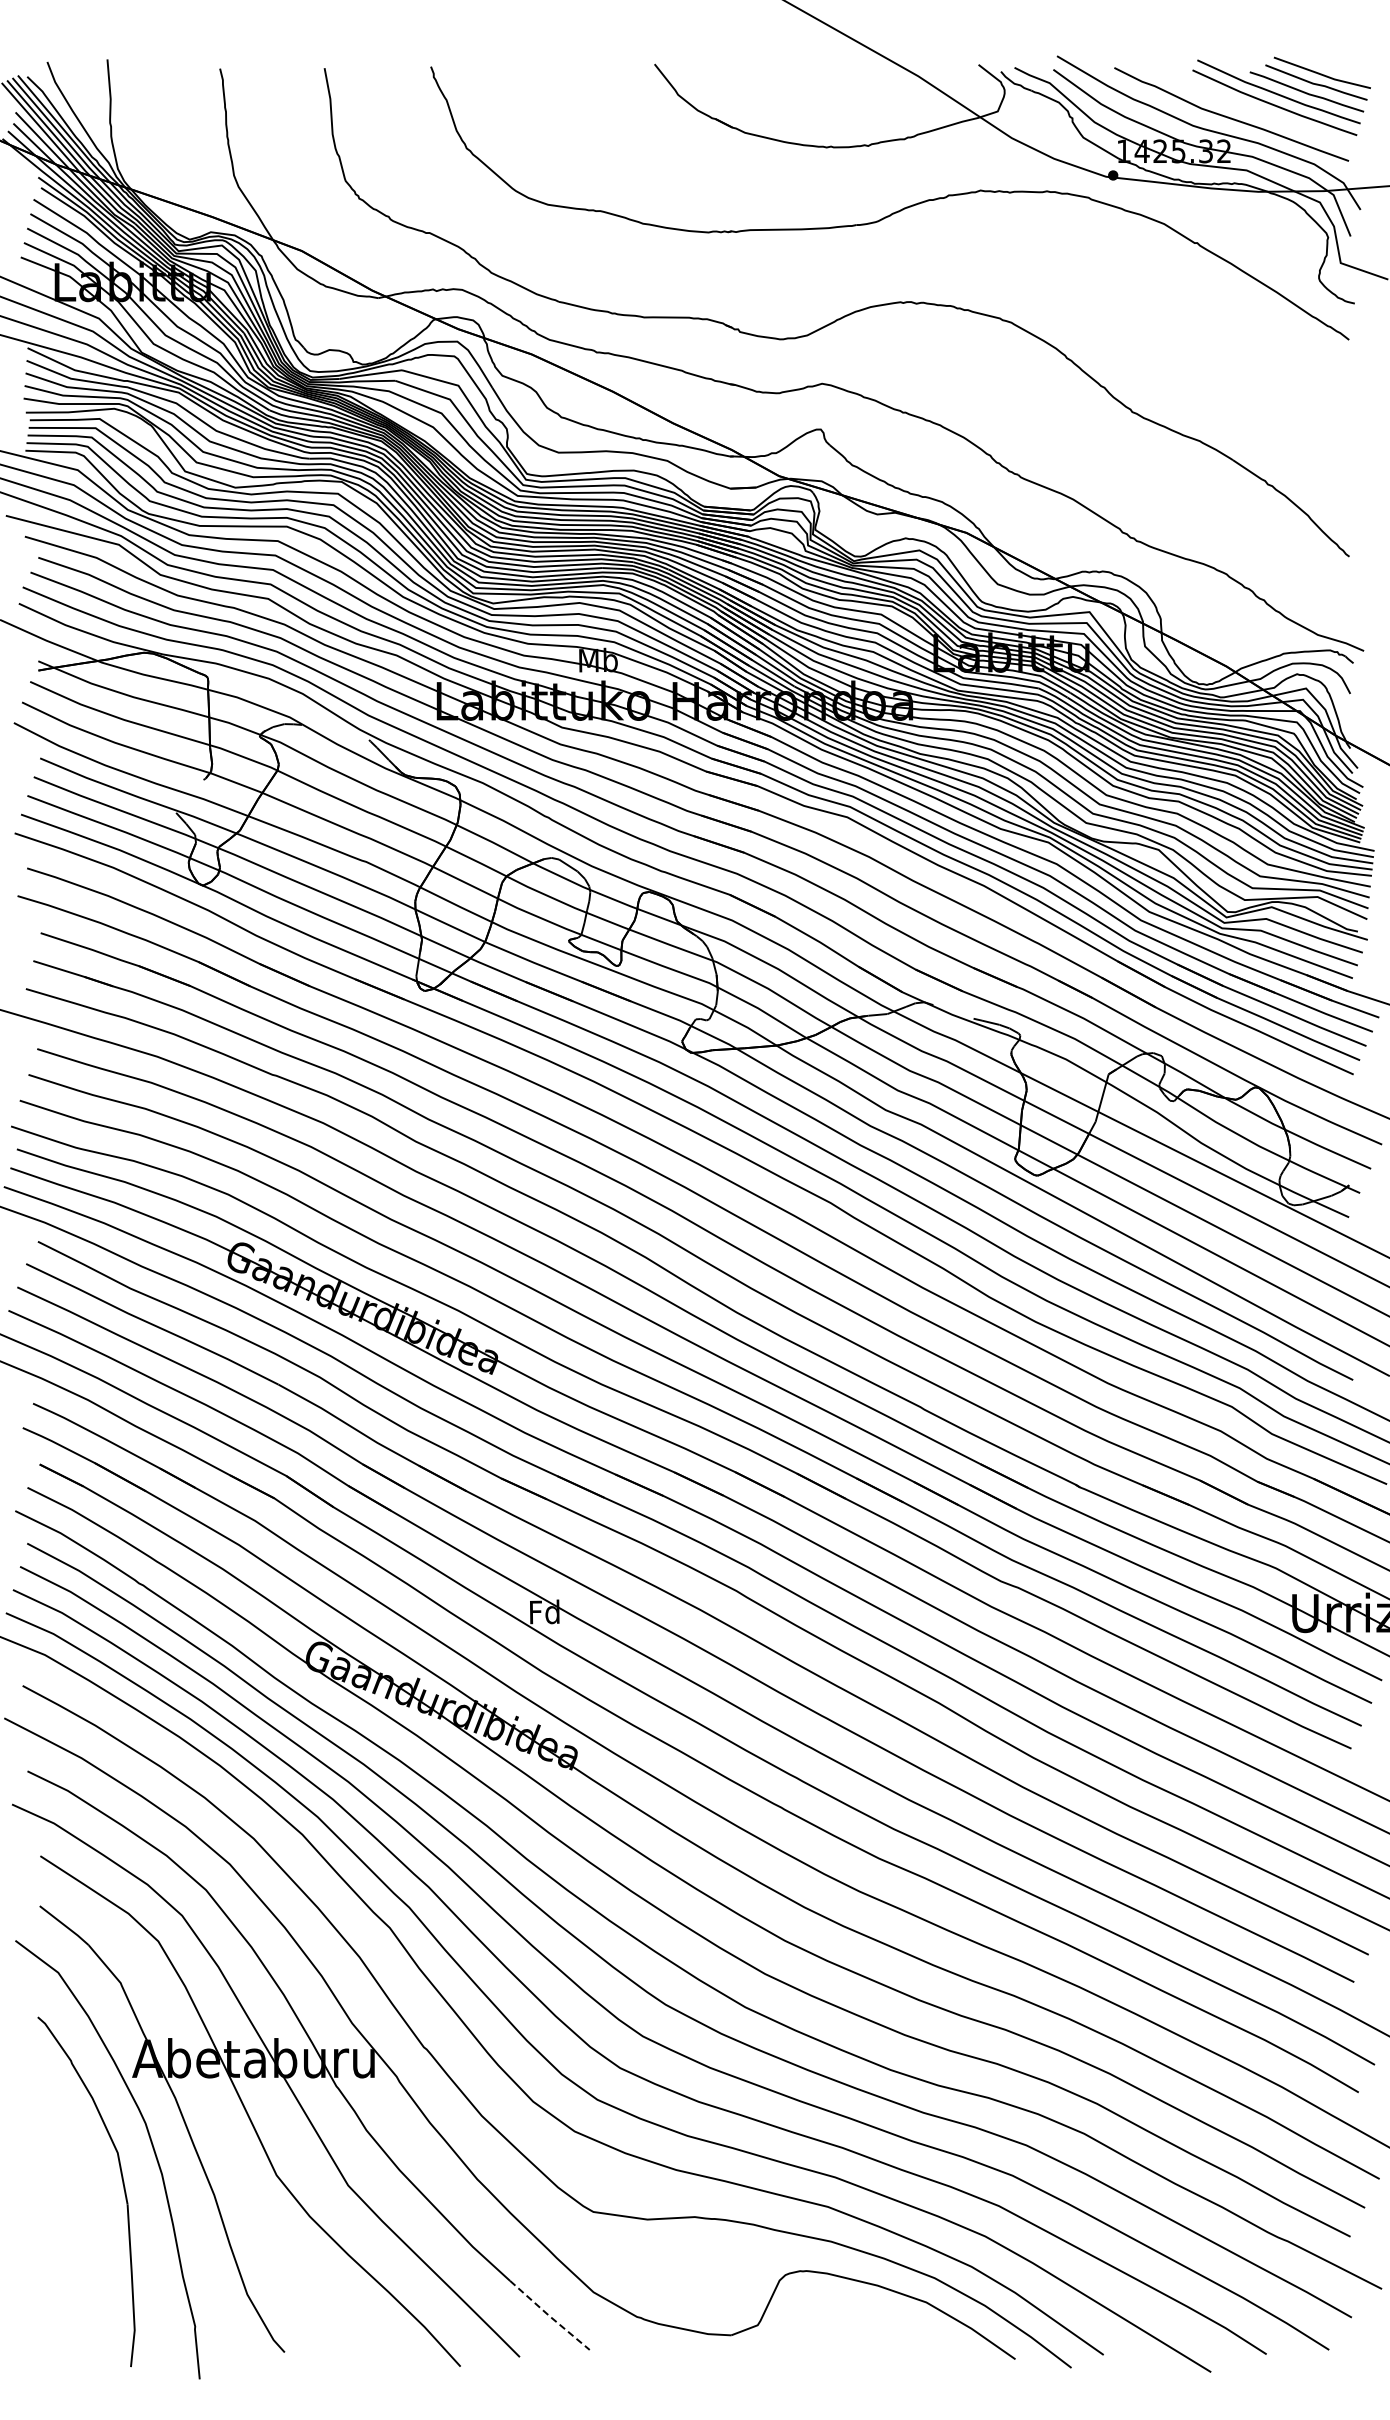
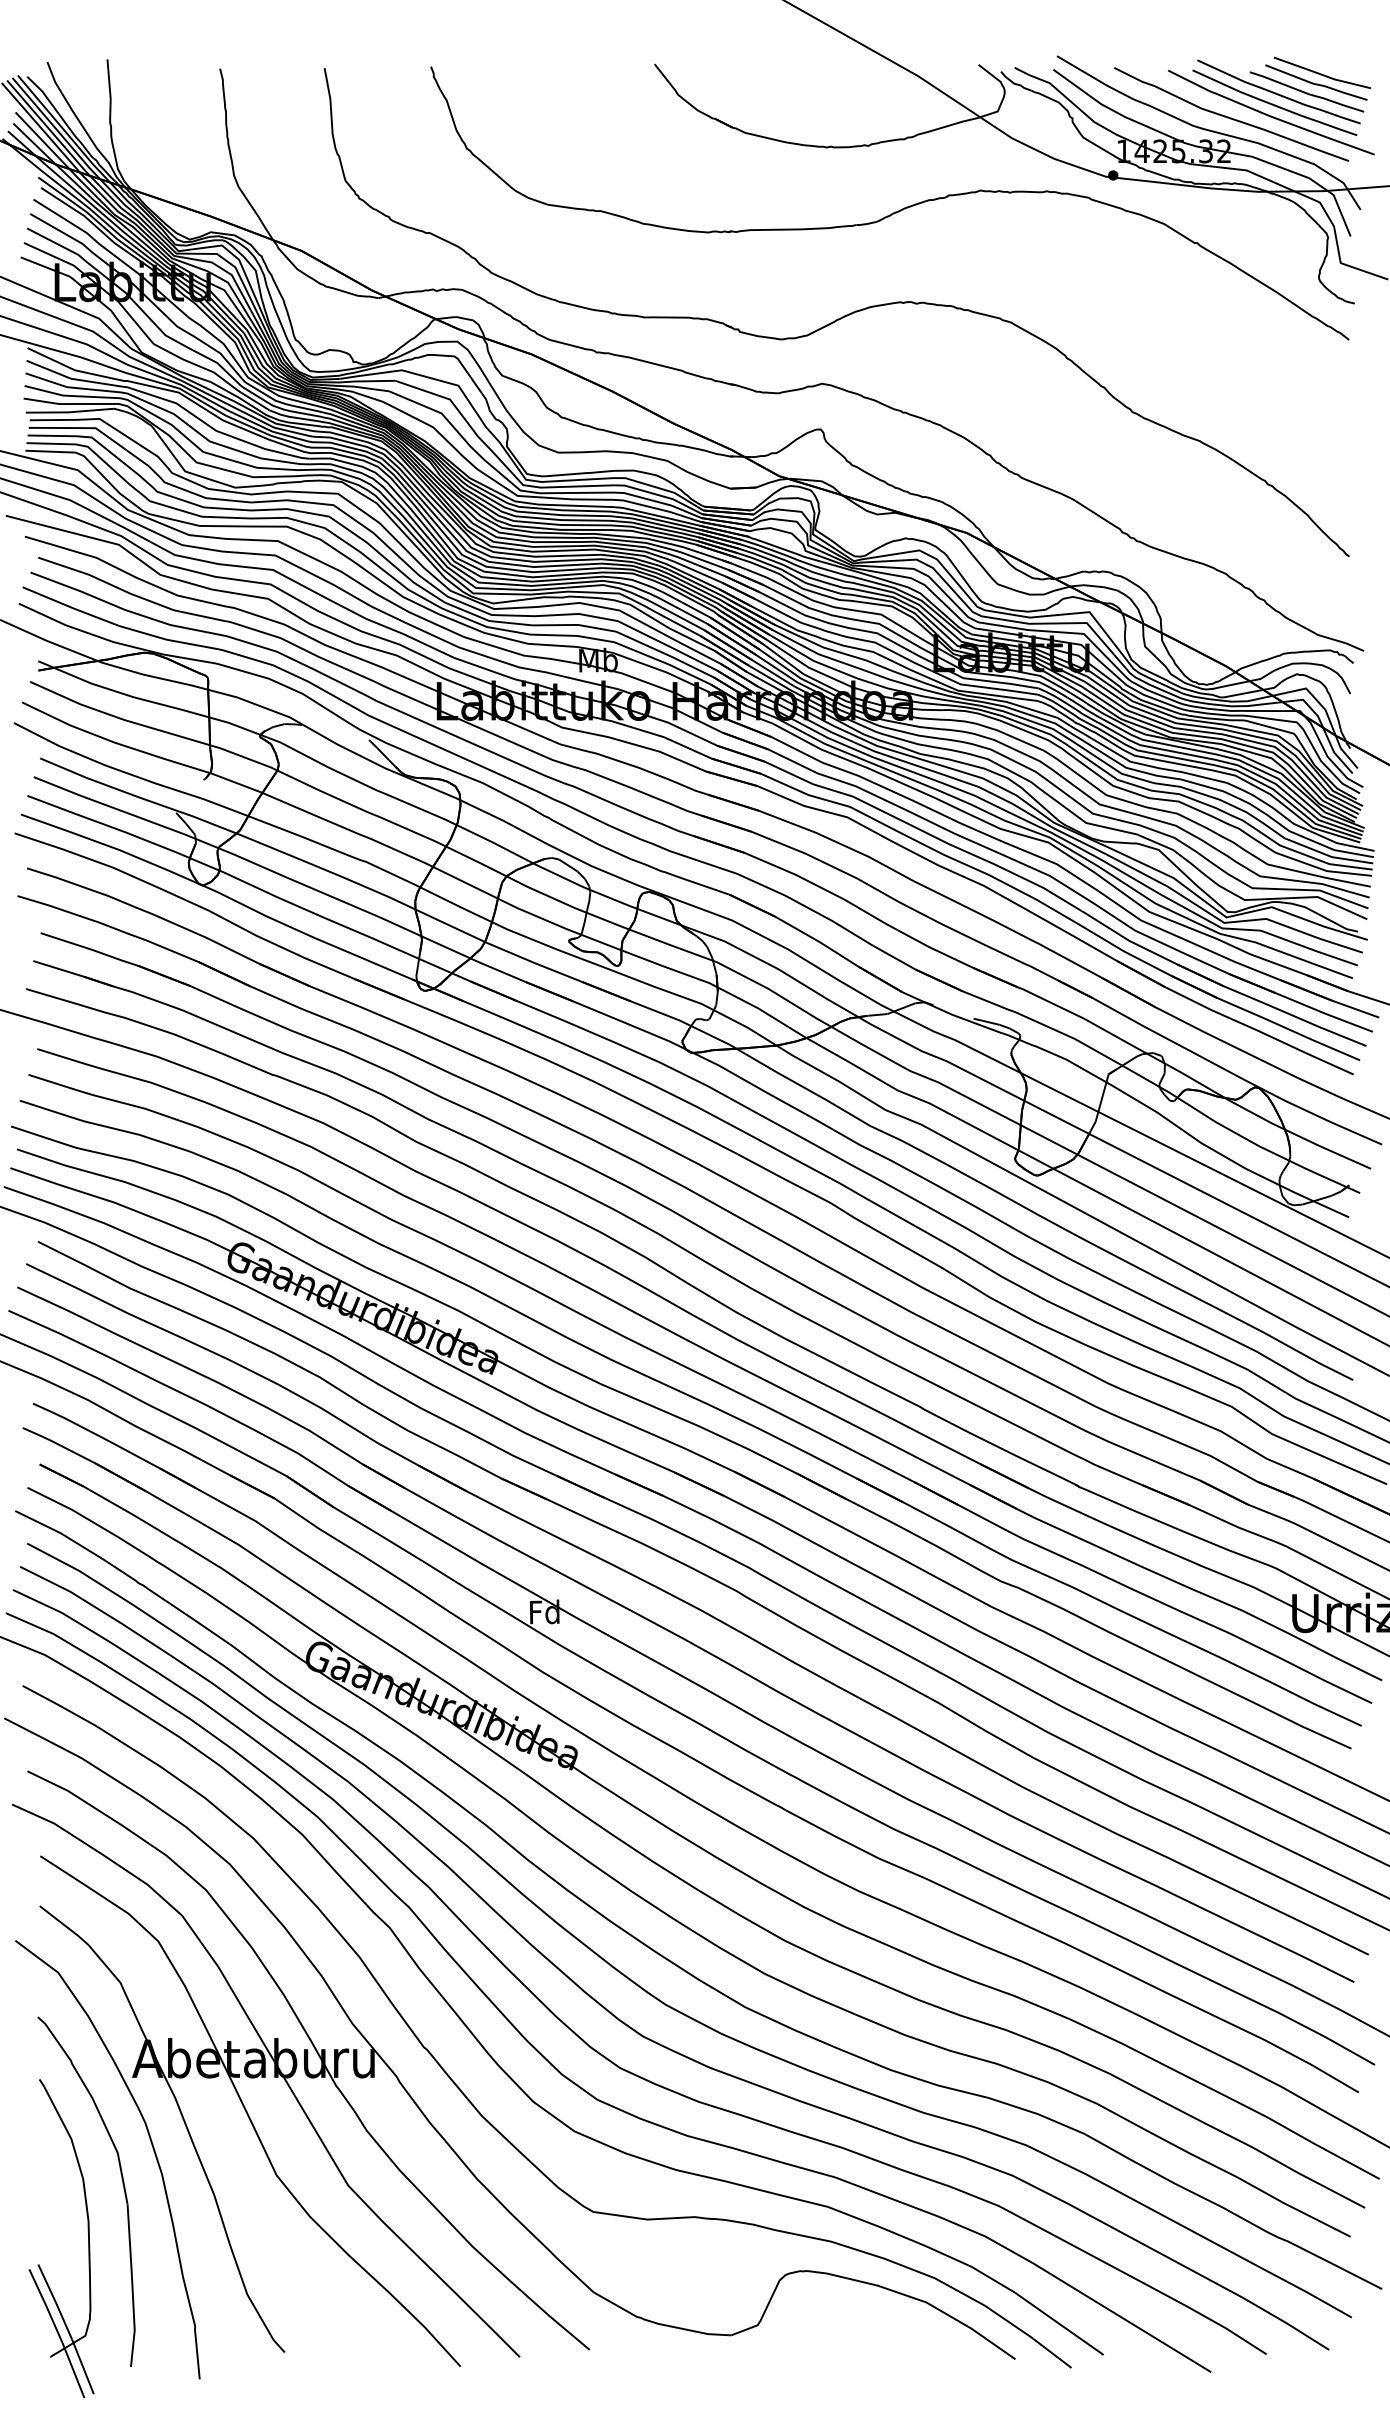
curve at (1271, 115): none -> present
part at (87, 2231): none -> present
line at (549, 2316): dashed -> solid
